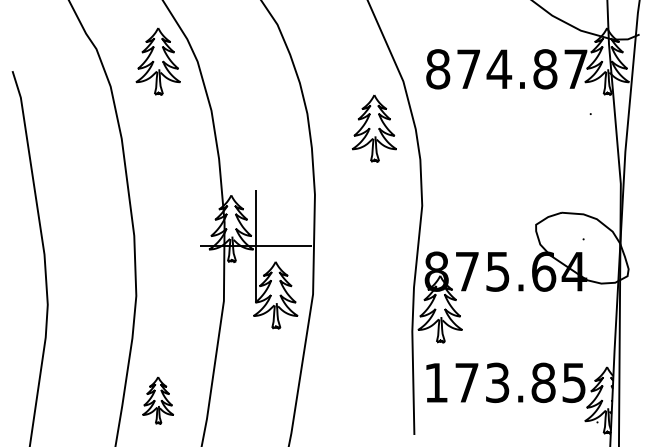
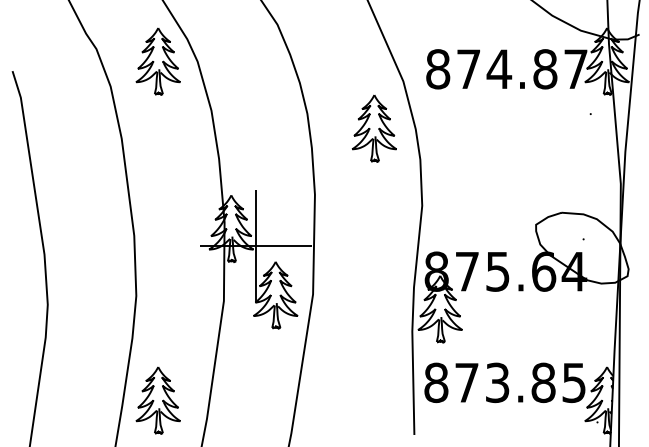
text at (436, 382): 173.85 -> 873.85
part at (157, 400) size: 32x49 px -> 46x69 px
